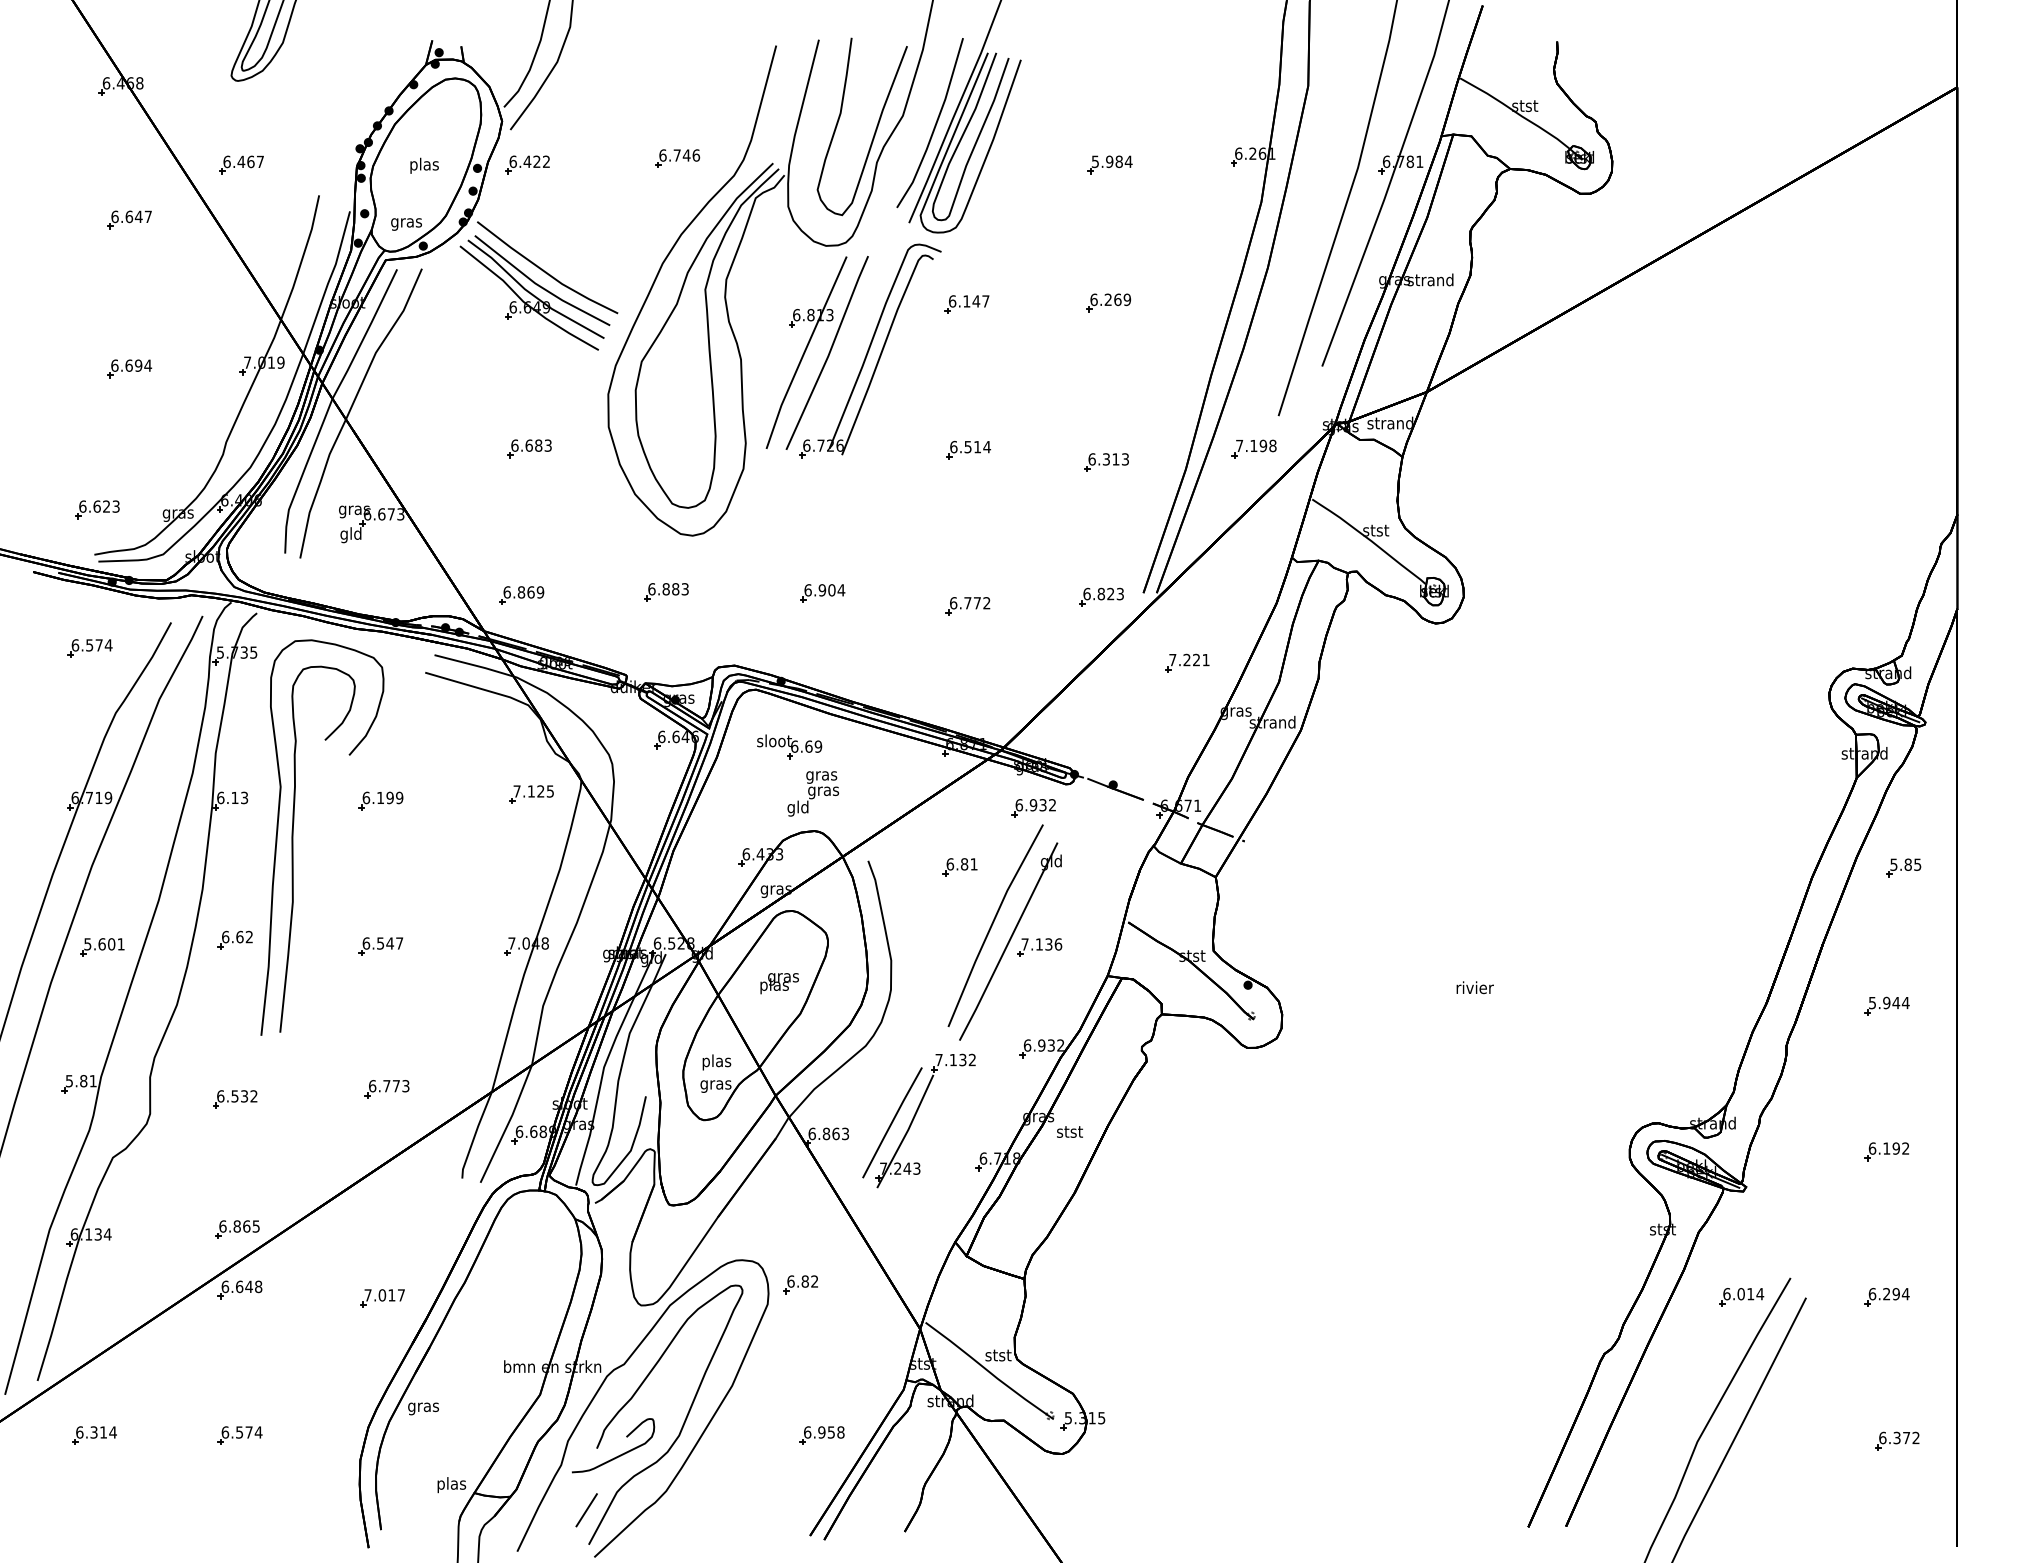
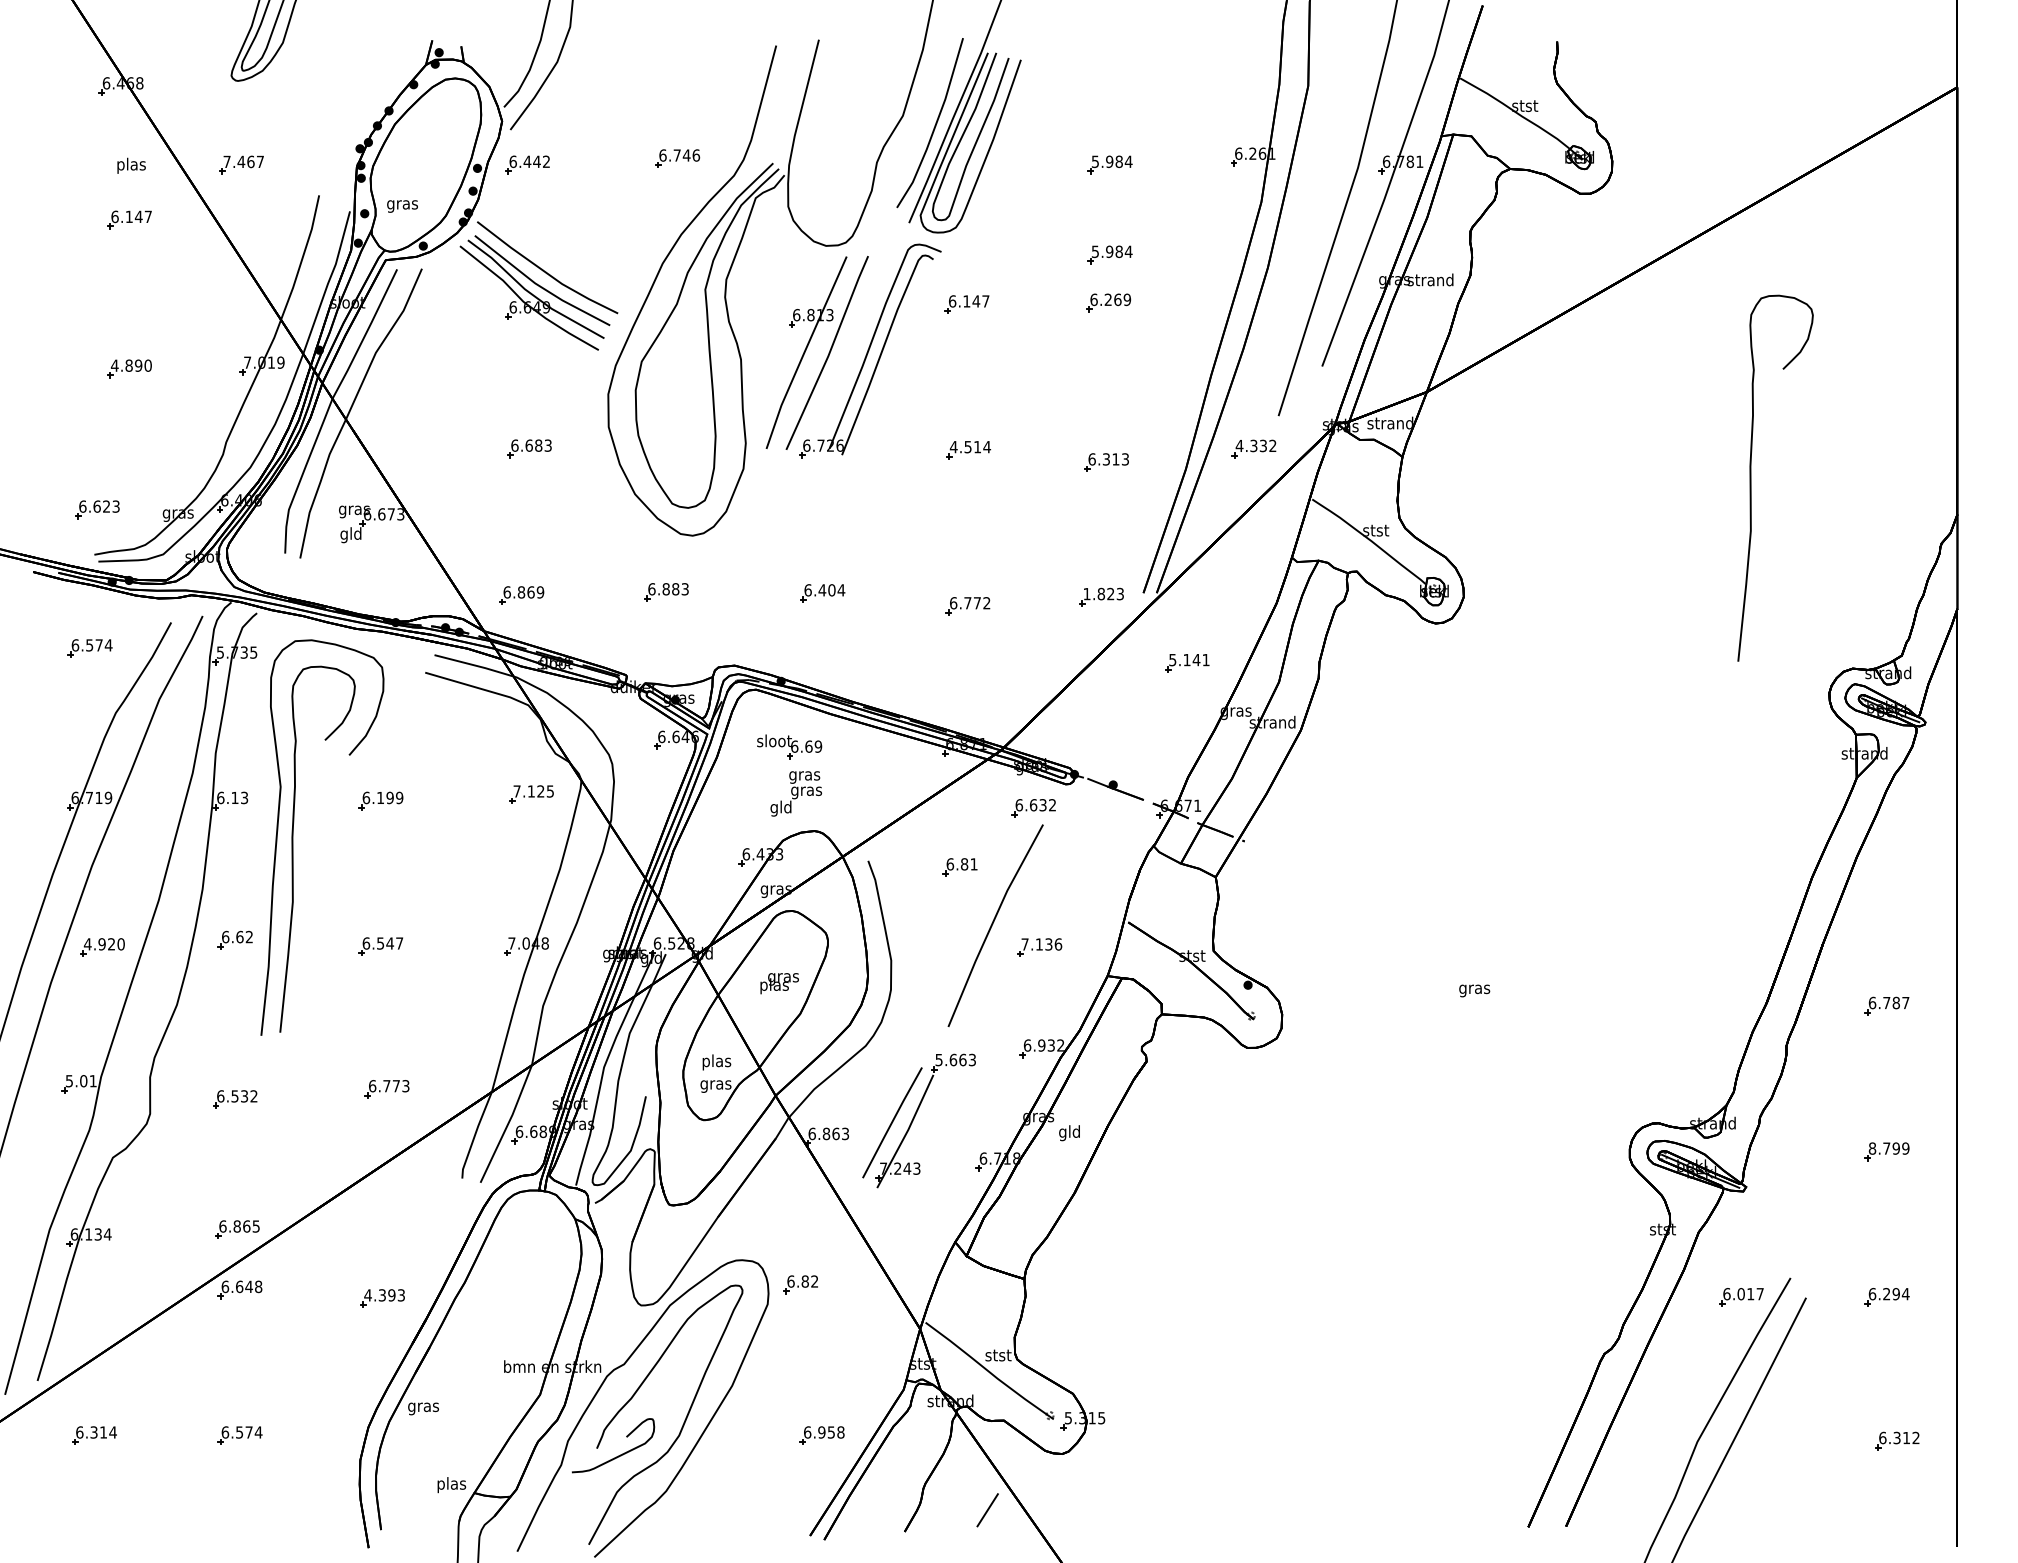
curve at (874, 131): present -> none
text at (226, 161): 6.467 -> 7.467
text at (536, 161): 6.422 -> 6.442
text at (424, 165) position: (424, 165) -> (131, 165)
text at (129, 216): 6.647 -> 6.147
text at (406, 224) position: (406, 224) -> (402, 206)
part at (1109, 254): none -> present
text at (131, 365): 6.694 -> 4.890
text at (1255, 445): 7.198 -> 4.332
text at (953, 446): 6.514 -> 4.514
curve at (1751, 477): none -> present
text at (822, 590): 6.904 -> 6.404
text at (1086, 593): 6.823 -> 1.823
text at (1184, 659): 7.221 -> 5.141
text at (813, 793) position: (813, 793) -> (796, 793)
text at (1033, 805): 6.932 -> 6.632
part at (1903, 867): present -> none
part at (1010, 941): present -> none
text at (103, 944): 5.601 -> 4.920
text at (1474, 989): rivier -> gras
text at (1888, 1002): 5.944 -> 6.787
text at (955, 1059): 7.132 -> 5.663
text at (83, 1081): 5.81 -> 5.01
text at (1070, 1133): stst -> gld
text at (1888, 1148): 6.192 -> 8.799
text at (1760, 1294): 6.014 -> 6.017
text at (384, 1295): 7.017 -> 4.393
text at (1906, 1438): 6.372 -> 6.312
line at (586, 1510) position: (586, 1510) -> (987, 1510)
